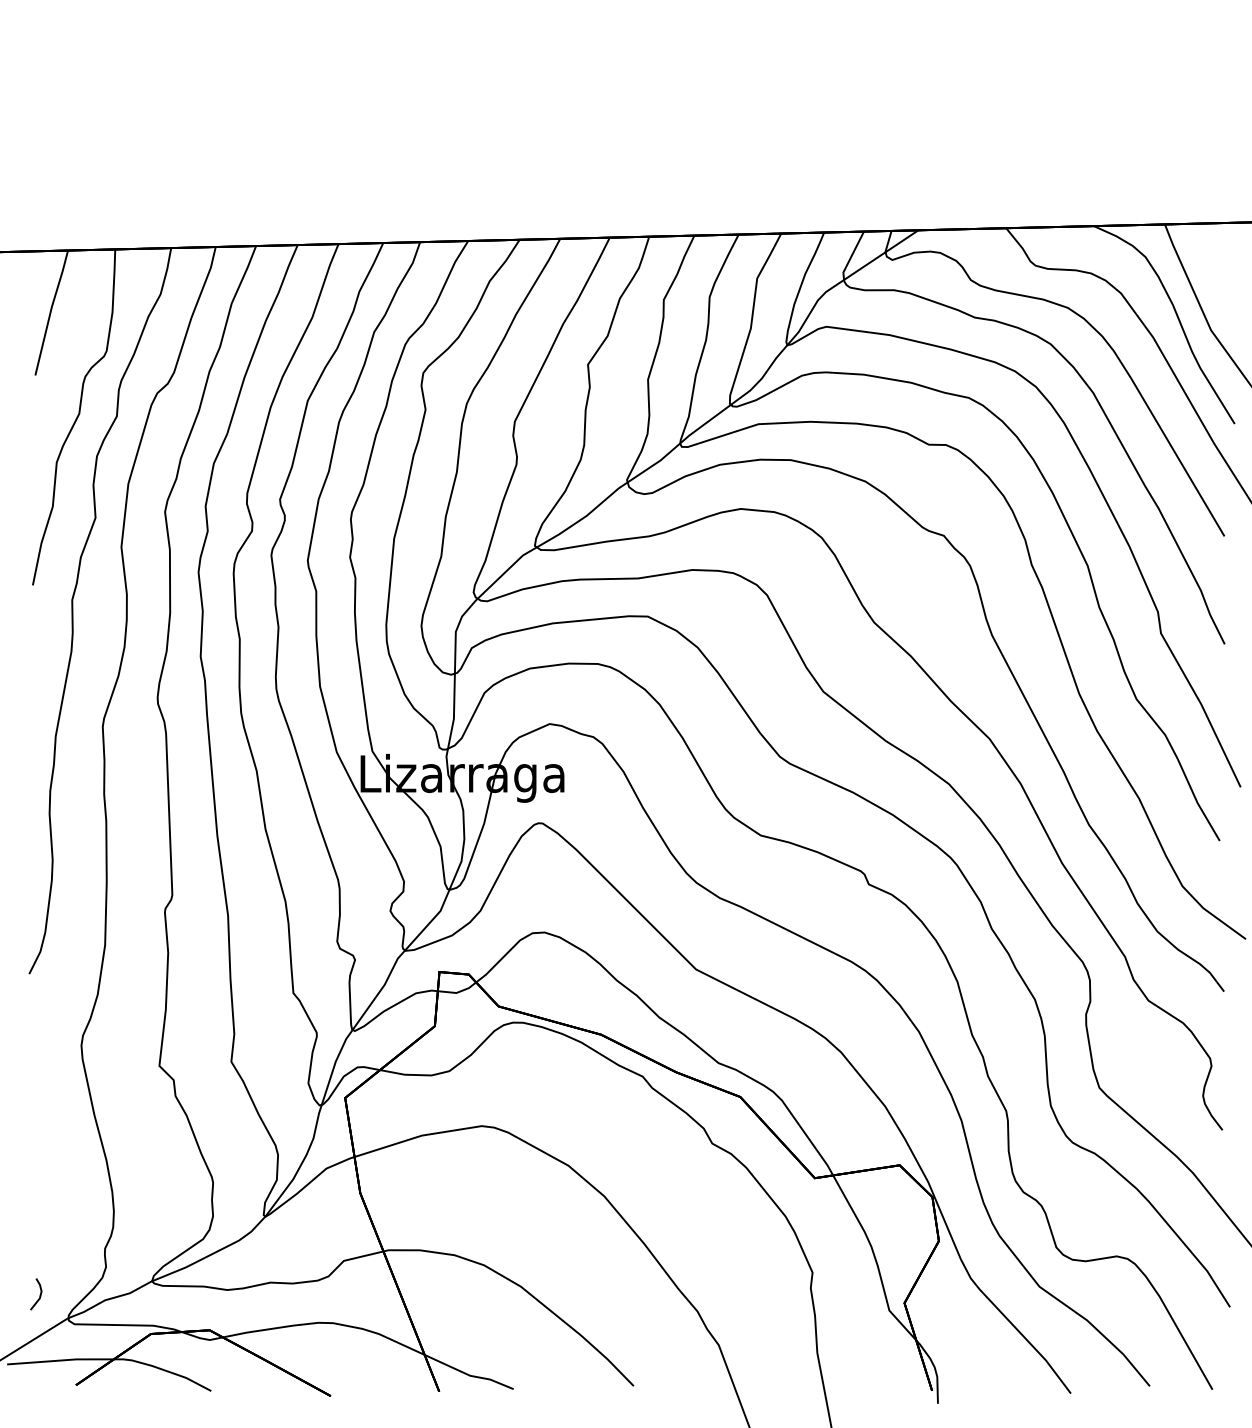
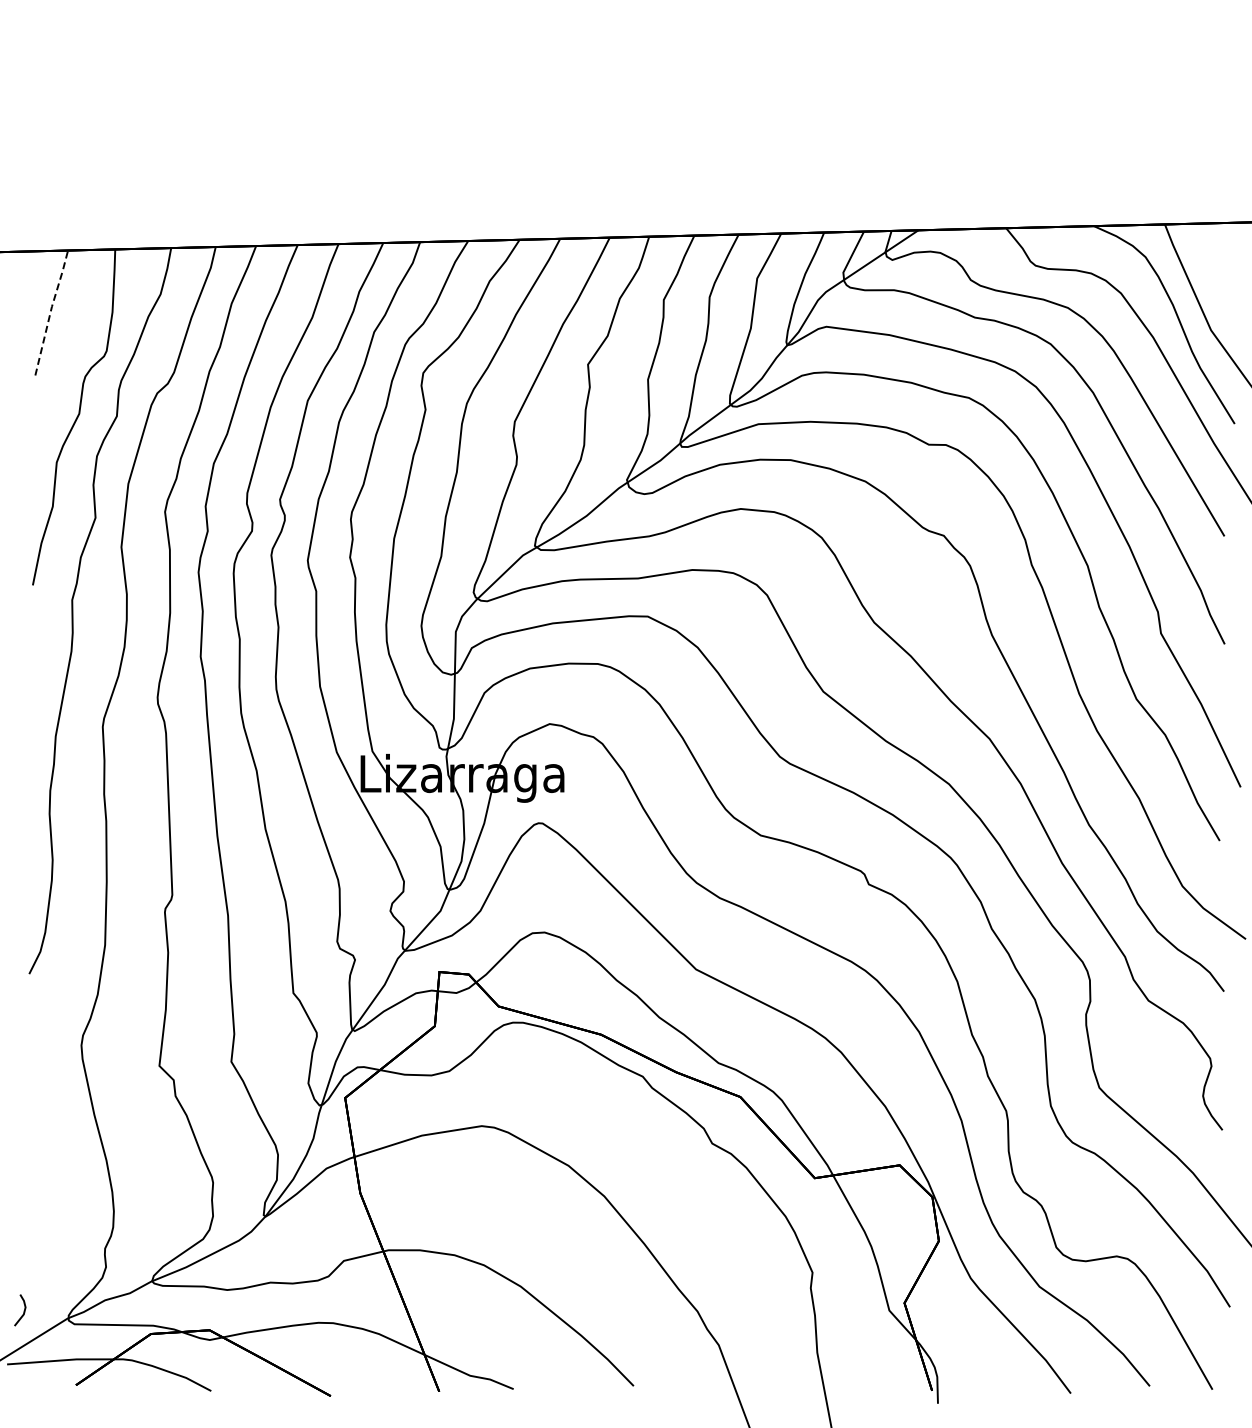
line at (50, 311): solid -> dashed
line at (39, 1294) position: (39, 1294) -> (23, 1310)
